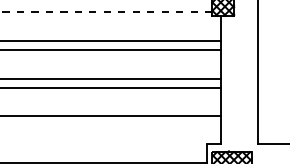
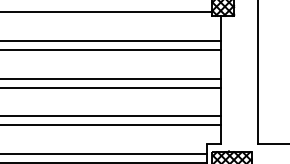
line at (106, 12): dashed -> solid
line at (111, 125): none -> present
line at (104, 154): none -> present
